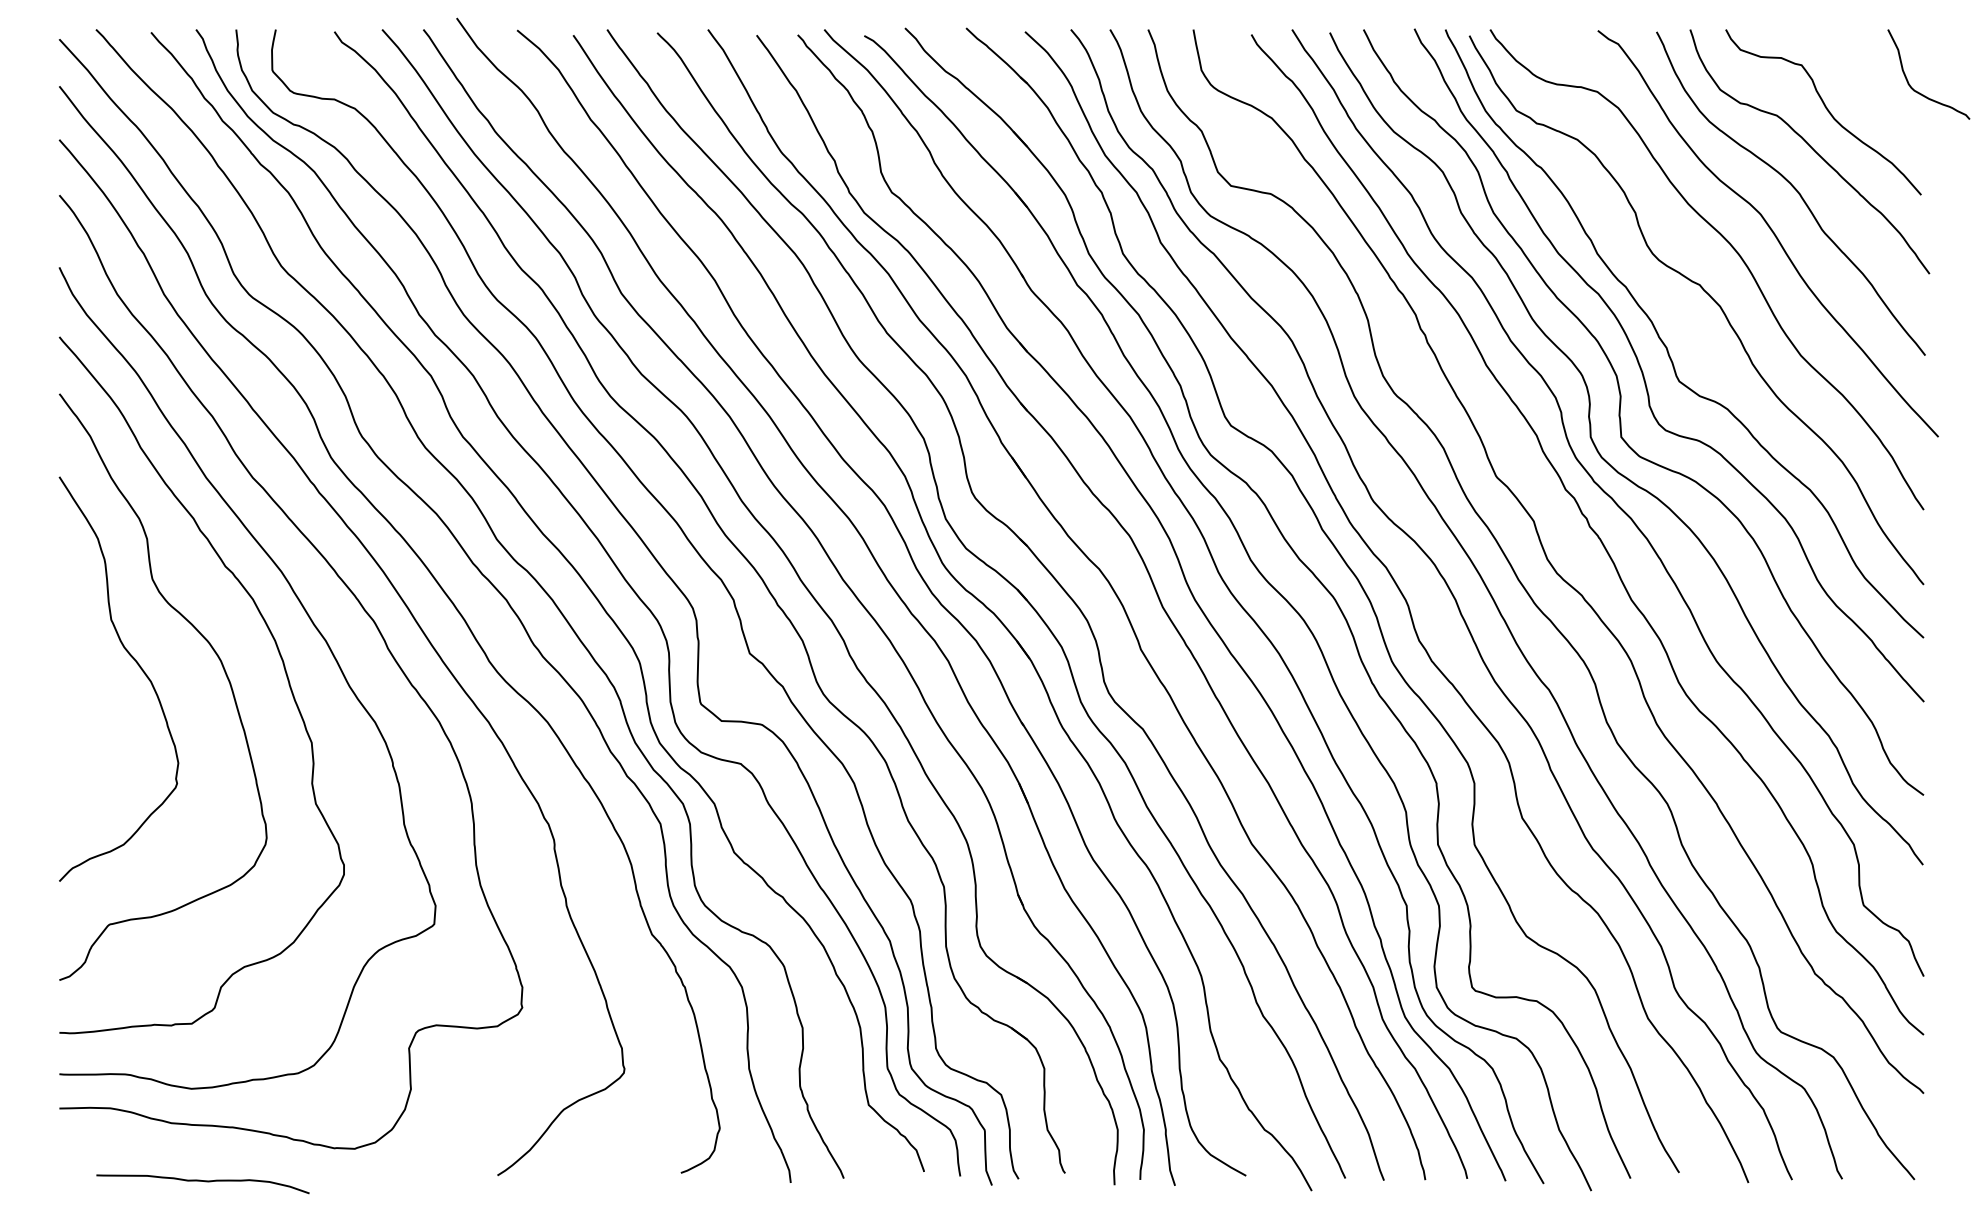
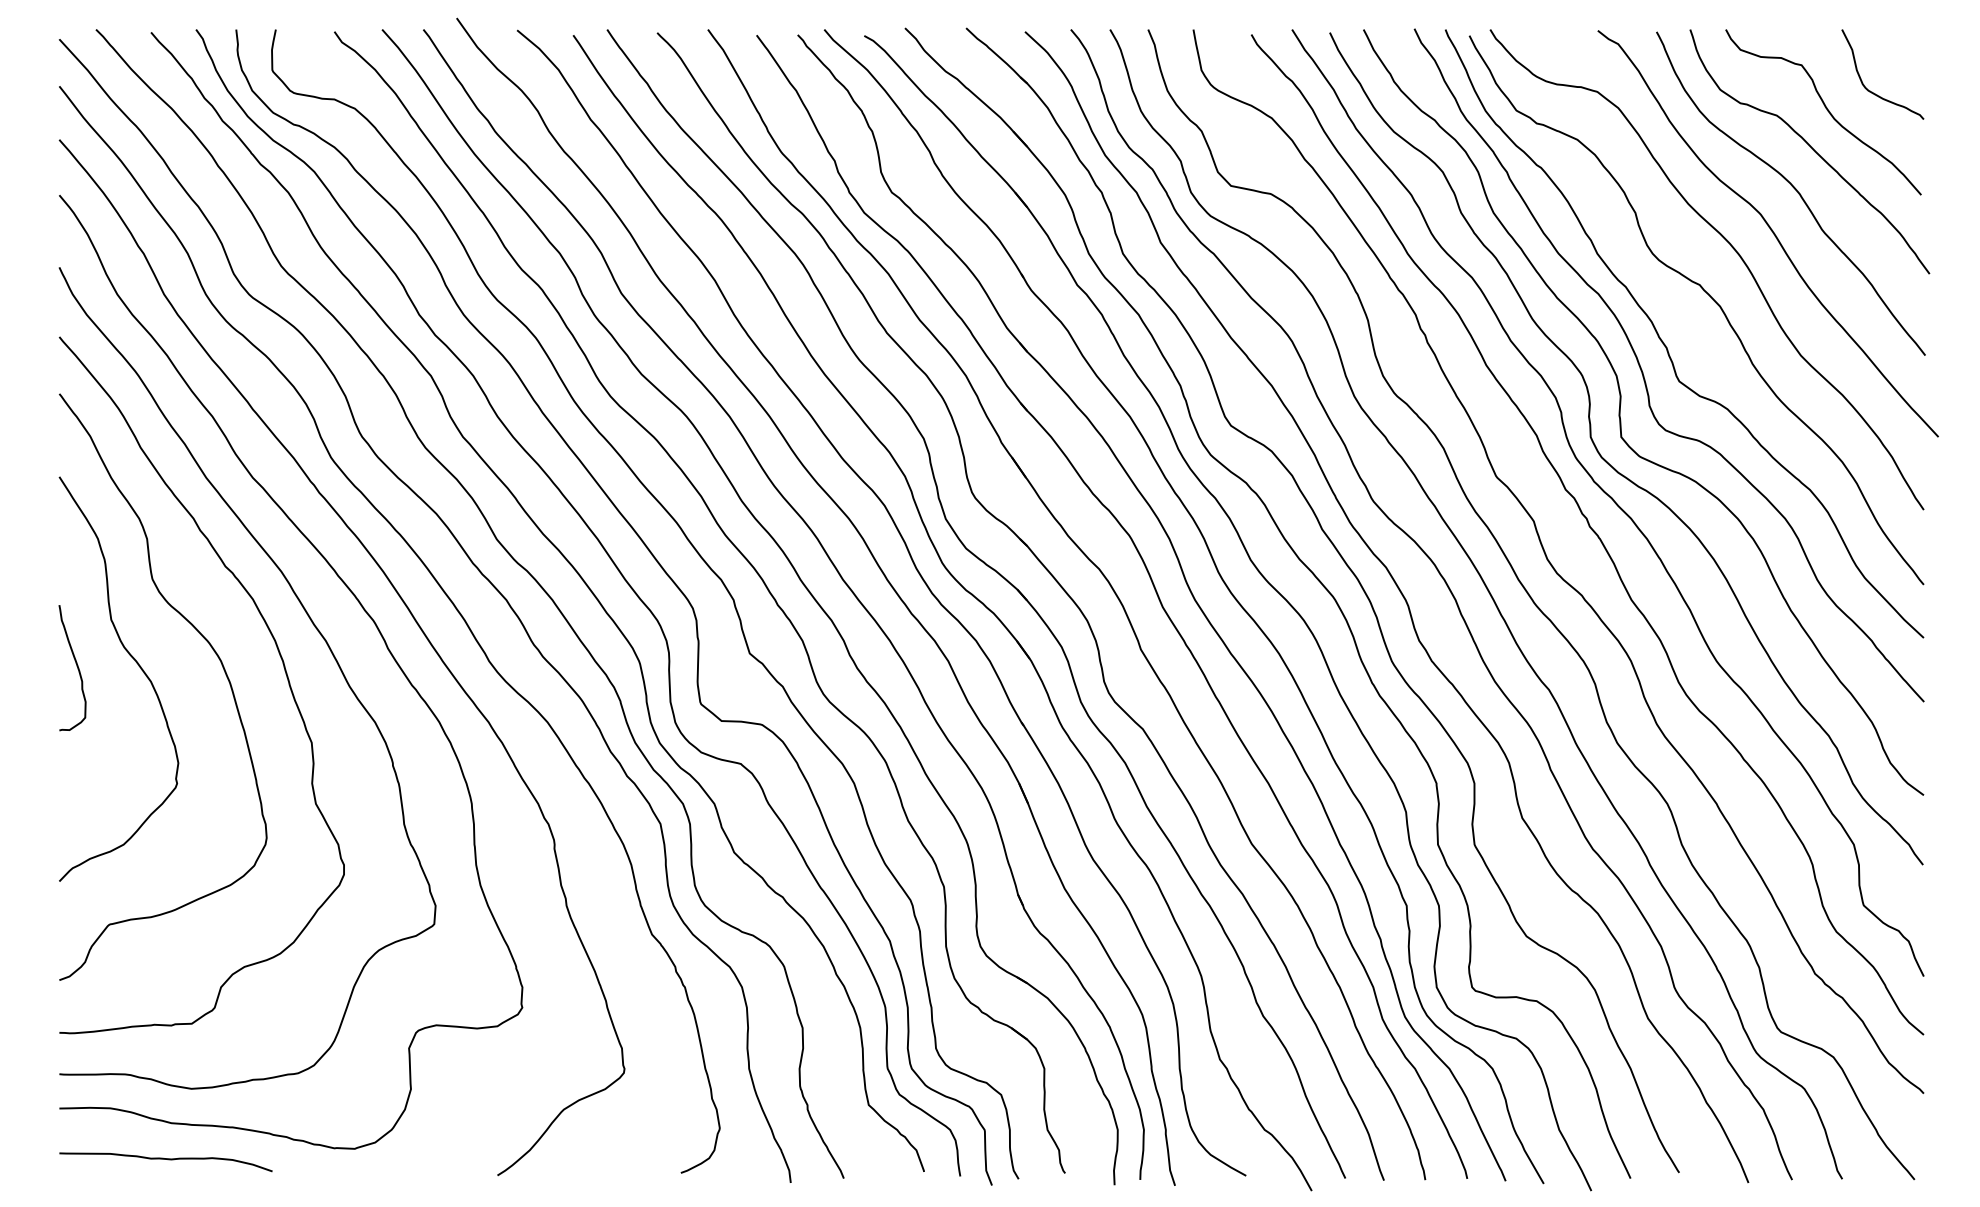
curve at (1918, 91) position: (1918, 91) -> (1872, 91)
curve at (76, 666): none -> present
curve at (202, 1181) position: (202, 1181) -> (165, 1159)
